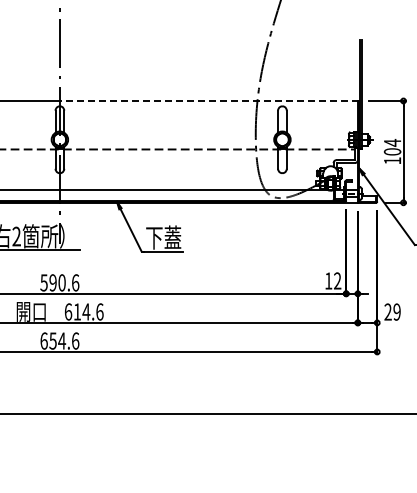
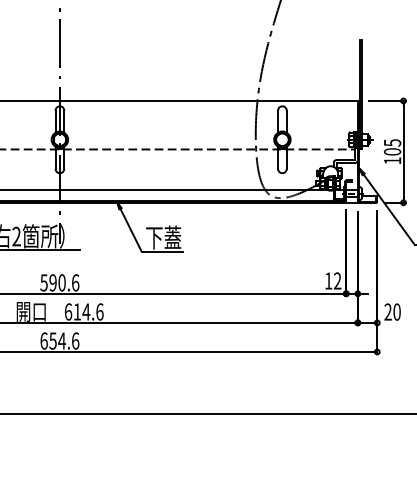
line at (209, 101): dashed -> solid
text at (392, 142): 104 -> 105
text at (396, 311): 29 -> 20
